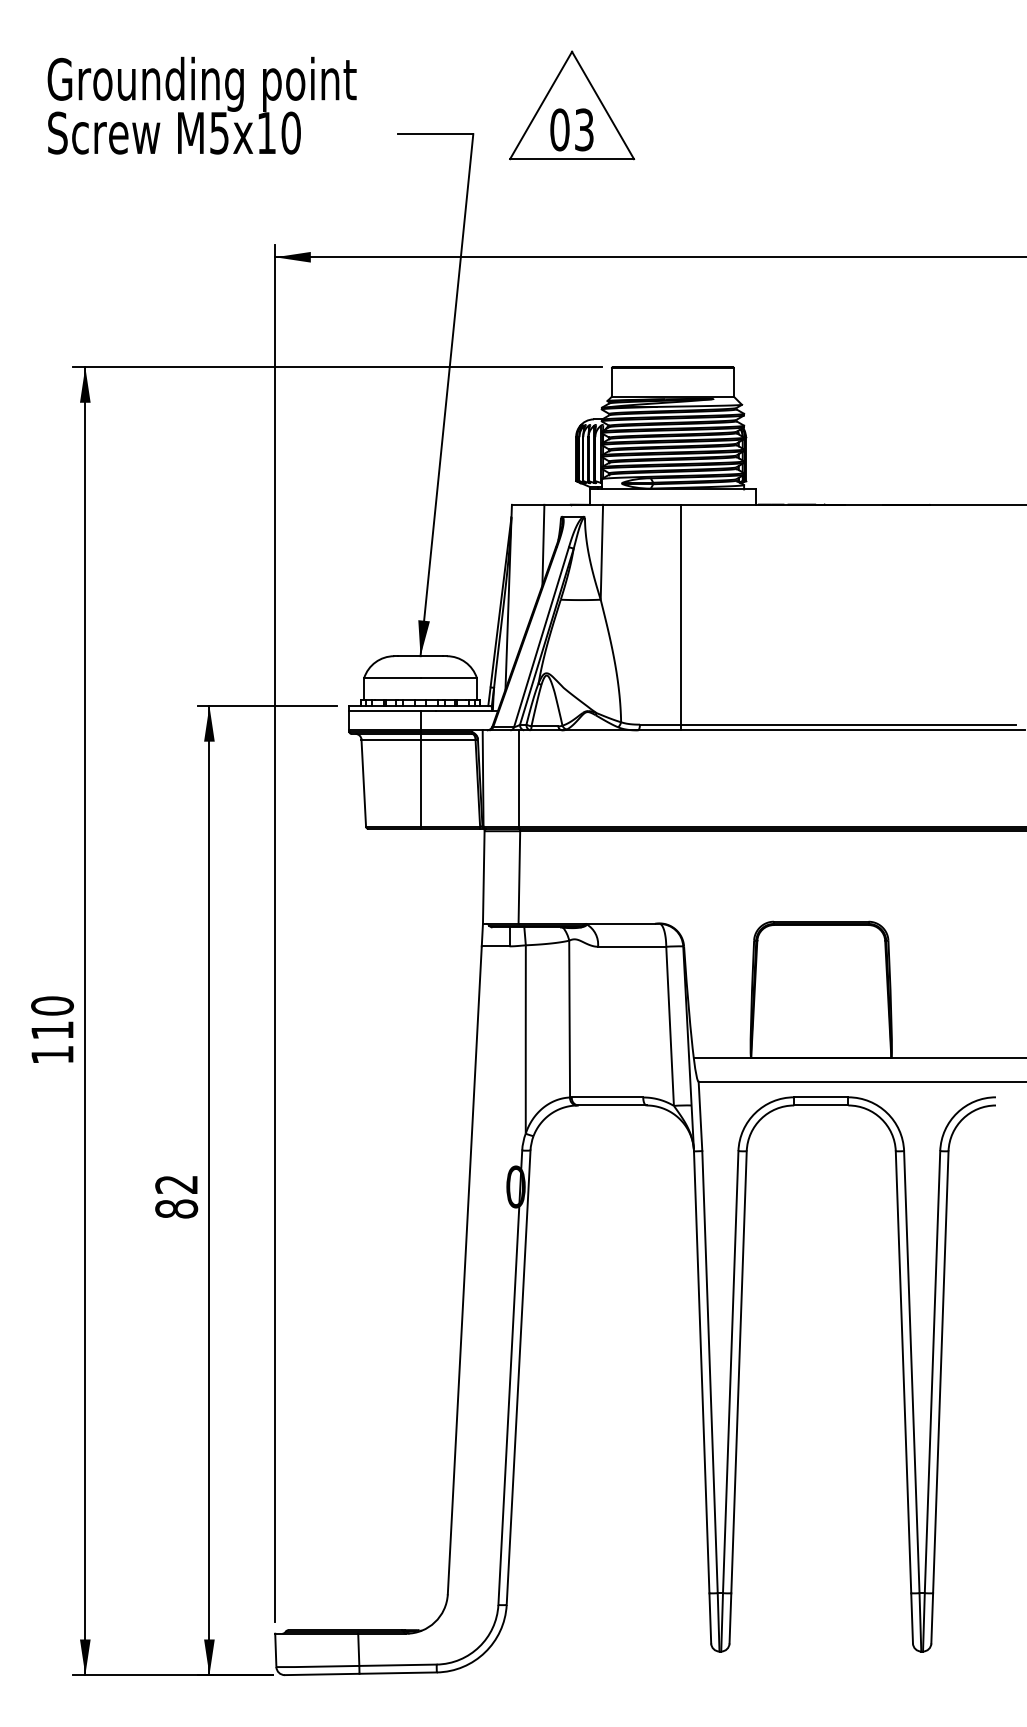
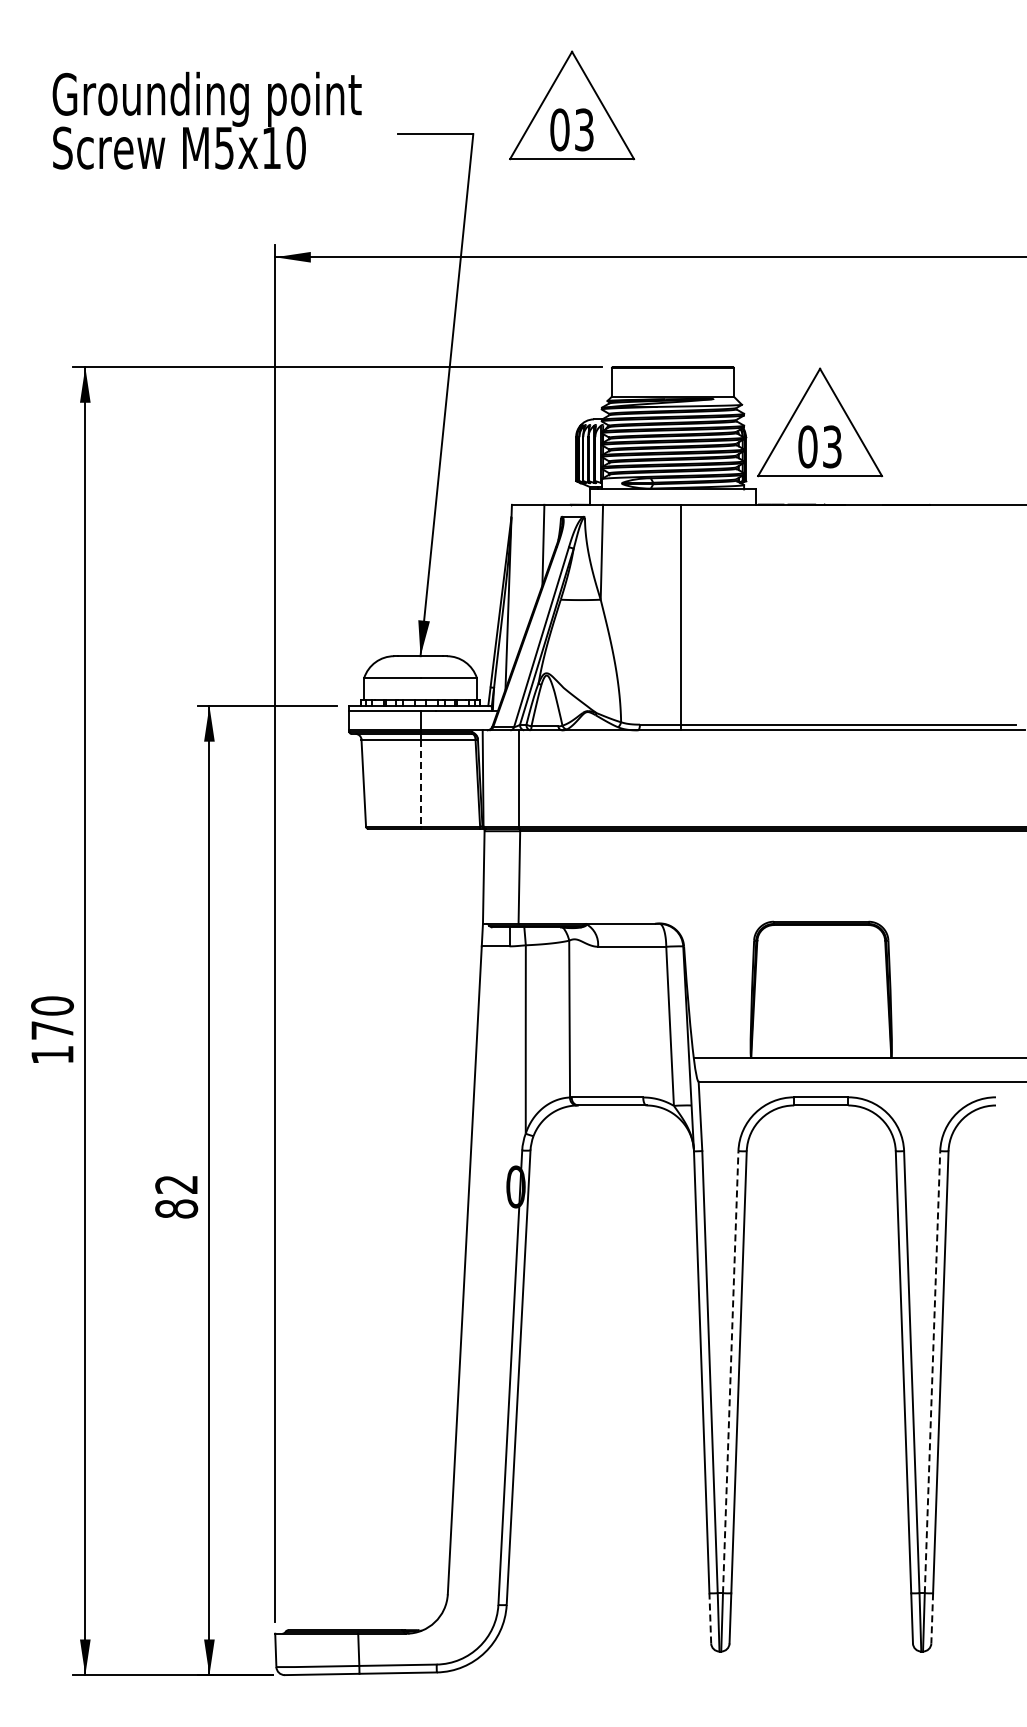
text at (201, 105) position: (201, 105) -> (206, 120)
part at (820, 422): none -> present
line at (420, 783): solid -> dashed
text at (52, 1030): 110 -> 170
line at (730, 1371): solid -> dashed
line at (932, 1371): solid -> dashed
line at (710, 1617): solid -> dashed
line at (932, 1618): solid -> dashed
